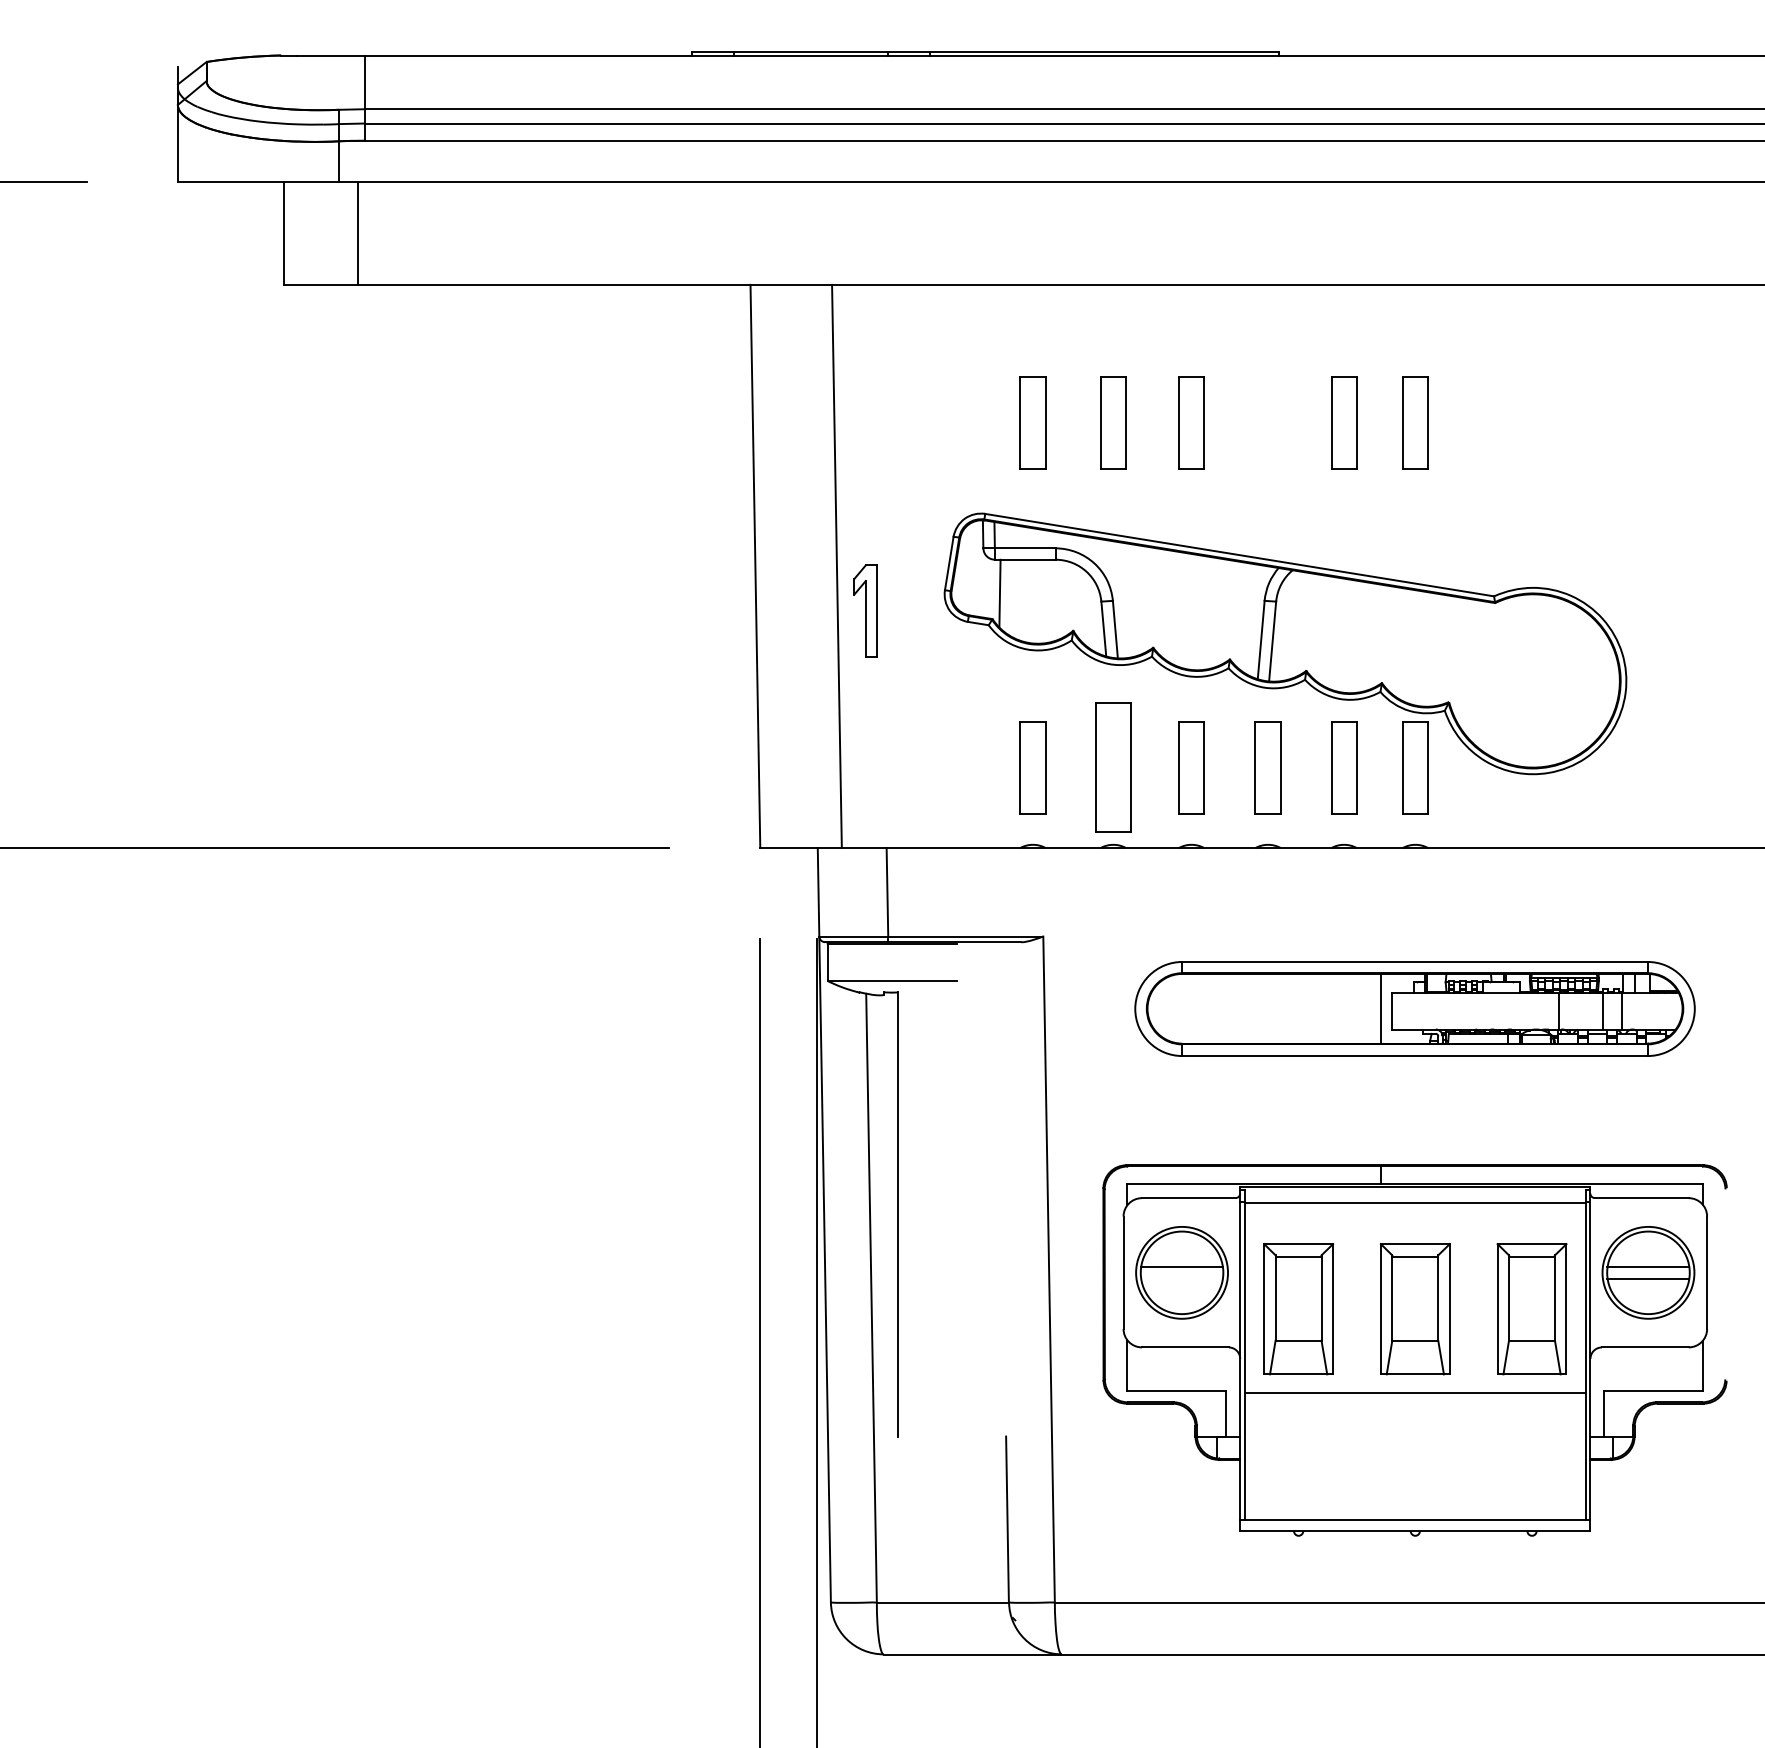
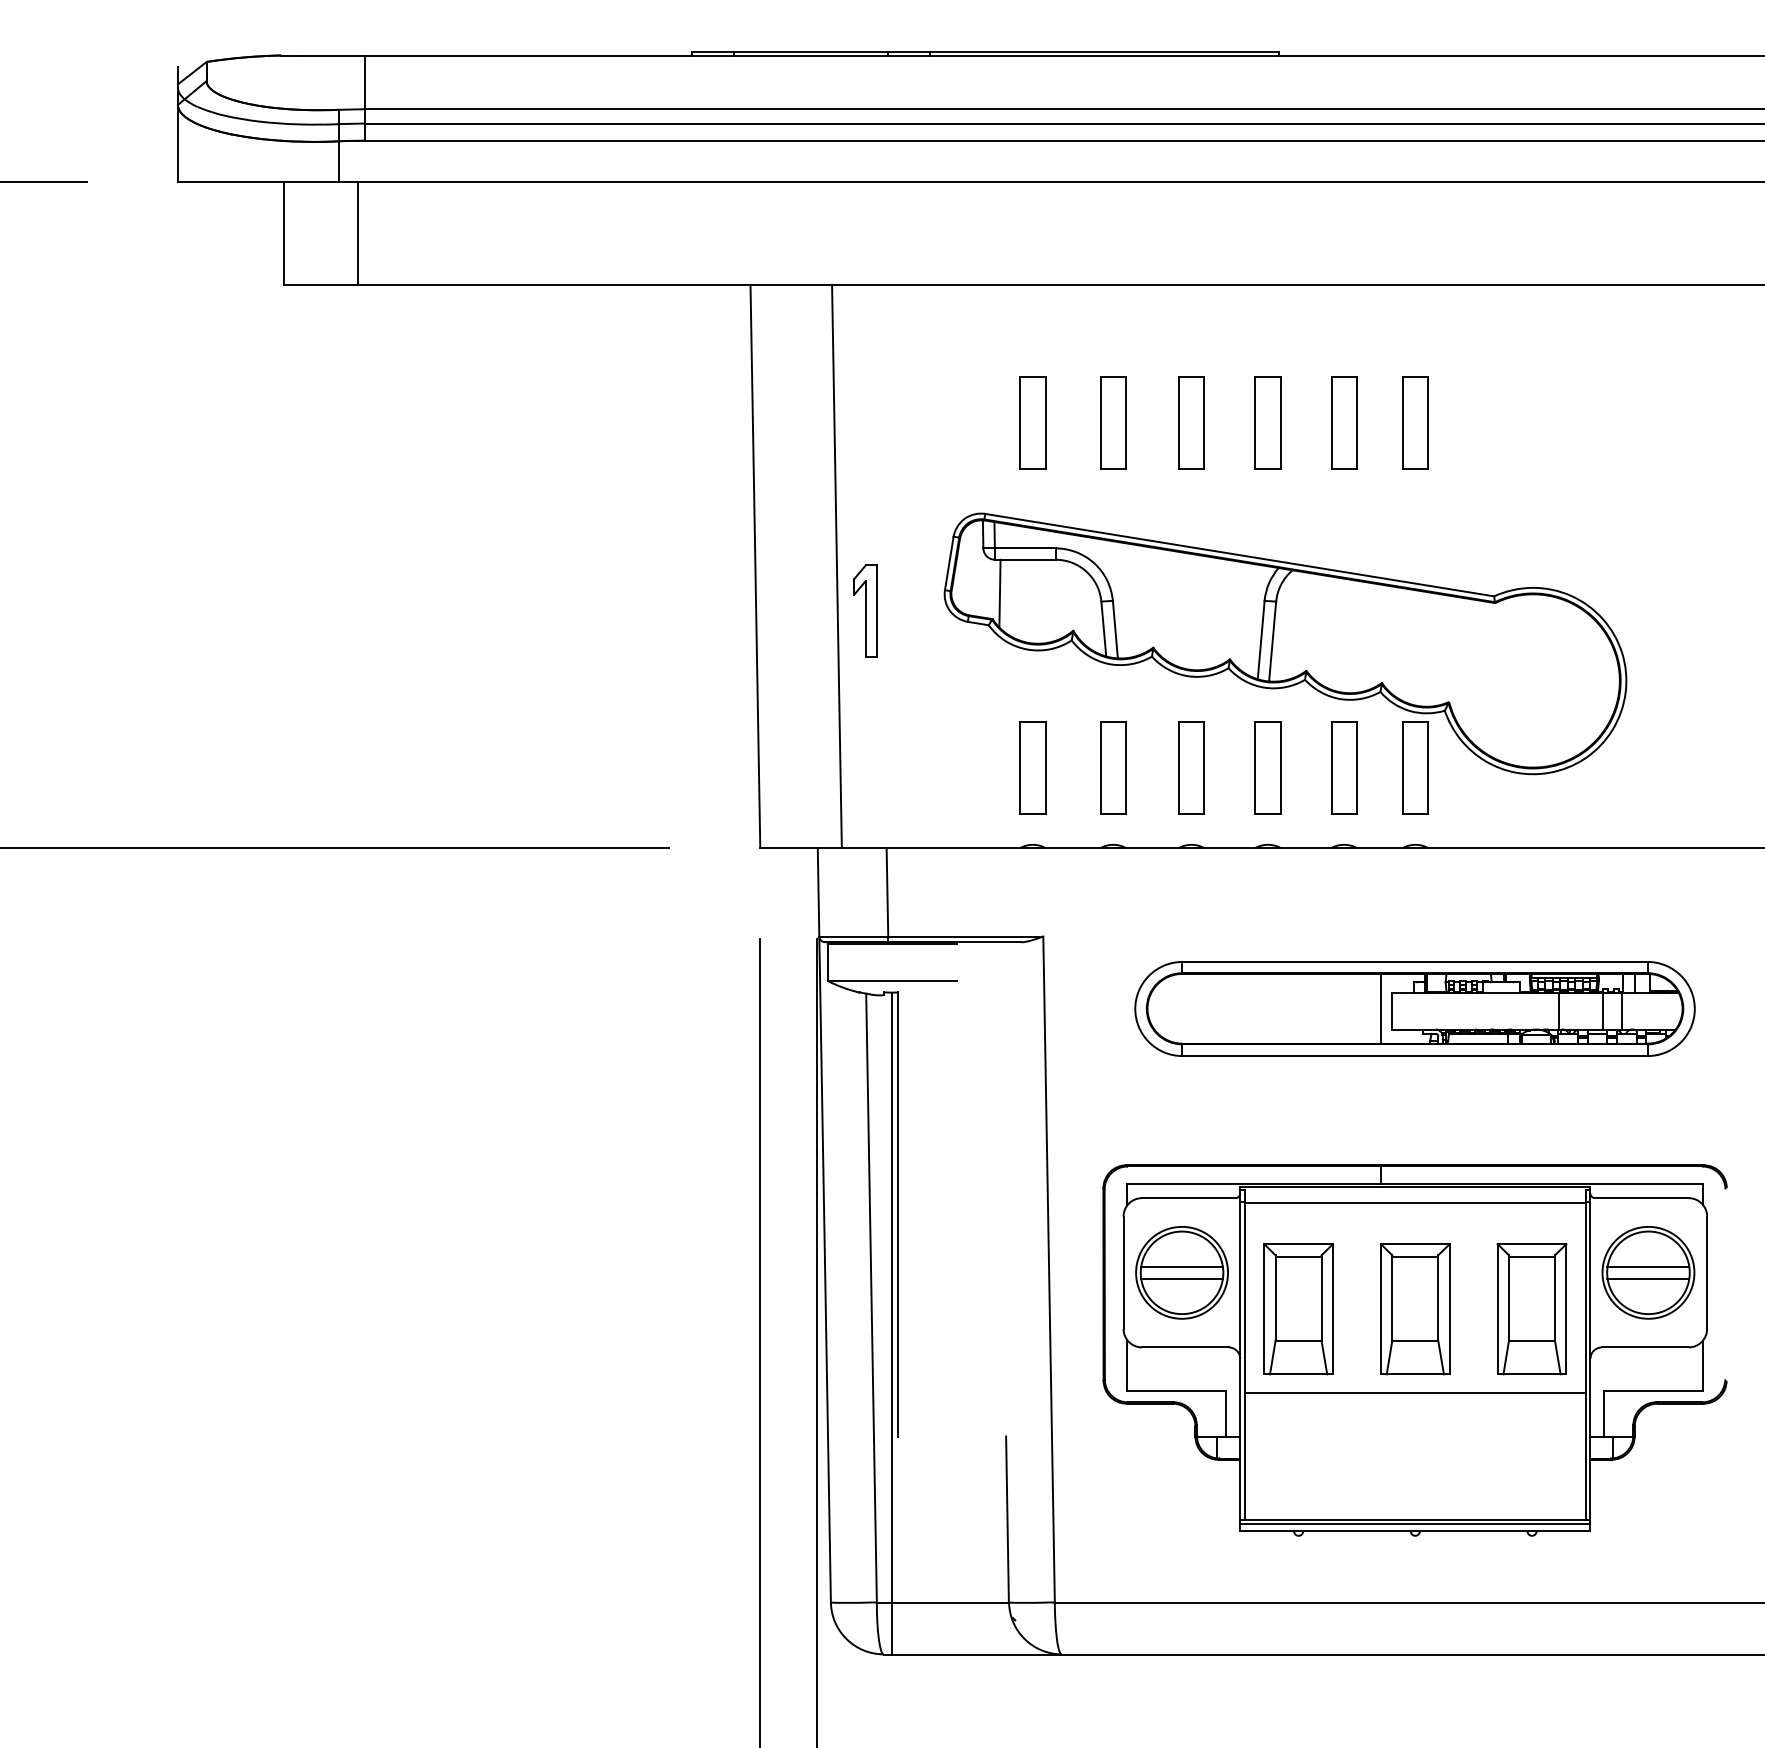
part at (1267, 422): none -> present
part at (1113, 767) size: 37x131 px -> 27x94 px
line at (1182, 1278): none -> present
line at (892, 1323): none -> present
line at (1415, 1524): none -> present
